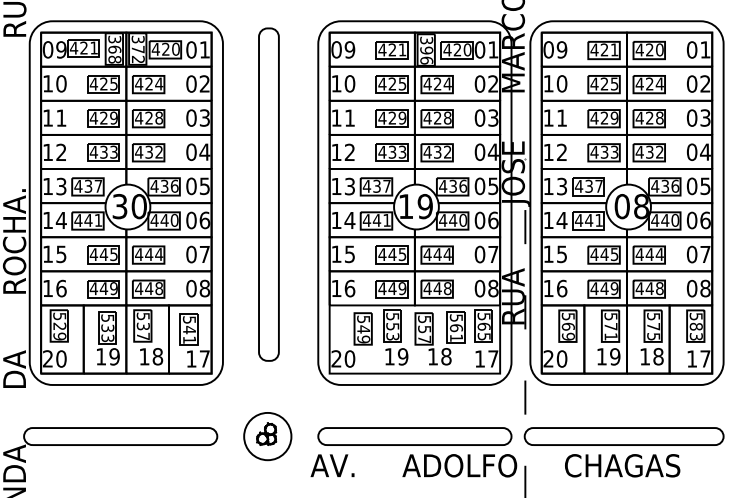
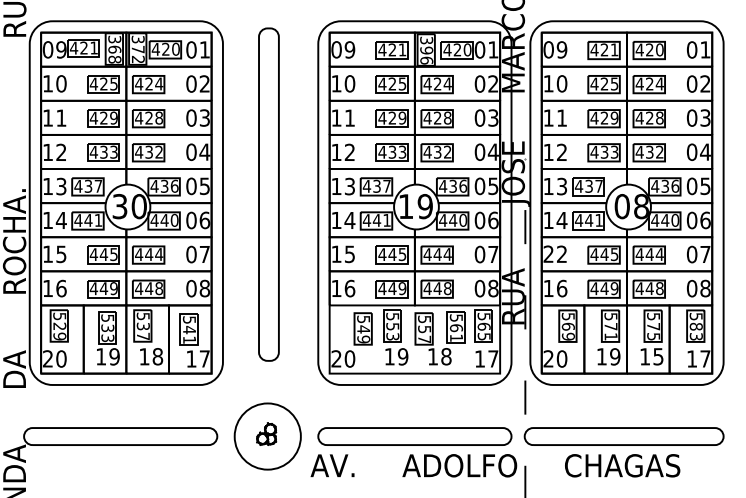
text at (554, 254): 15 -> 22
text at (658, 356): 18 -> 15
circle at (267, 436) diameter: 47 px -> 66 px
